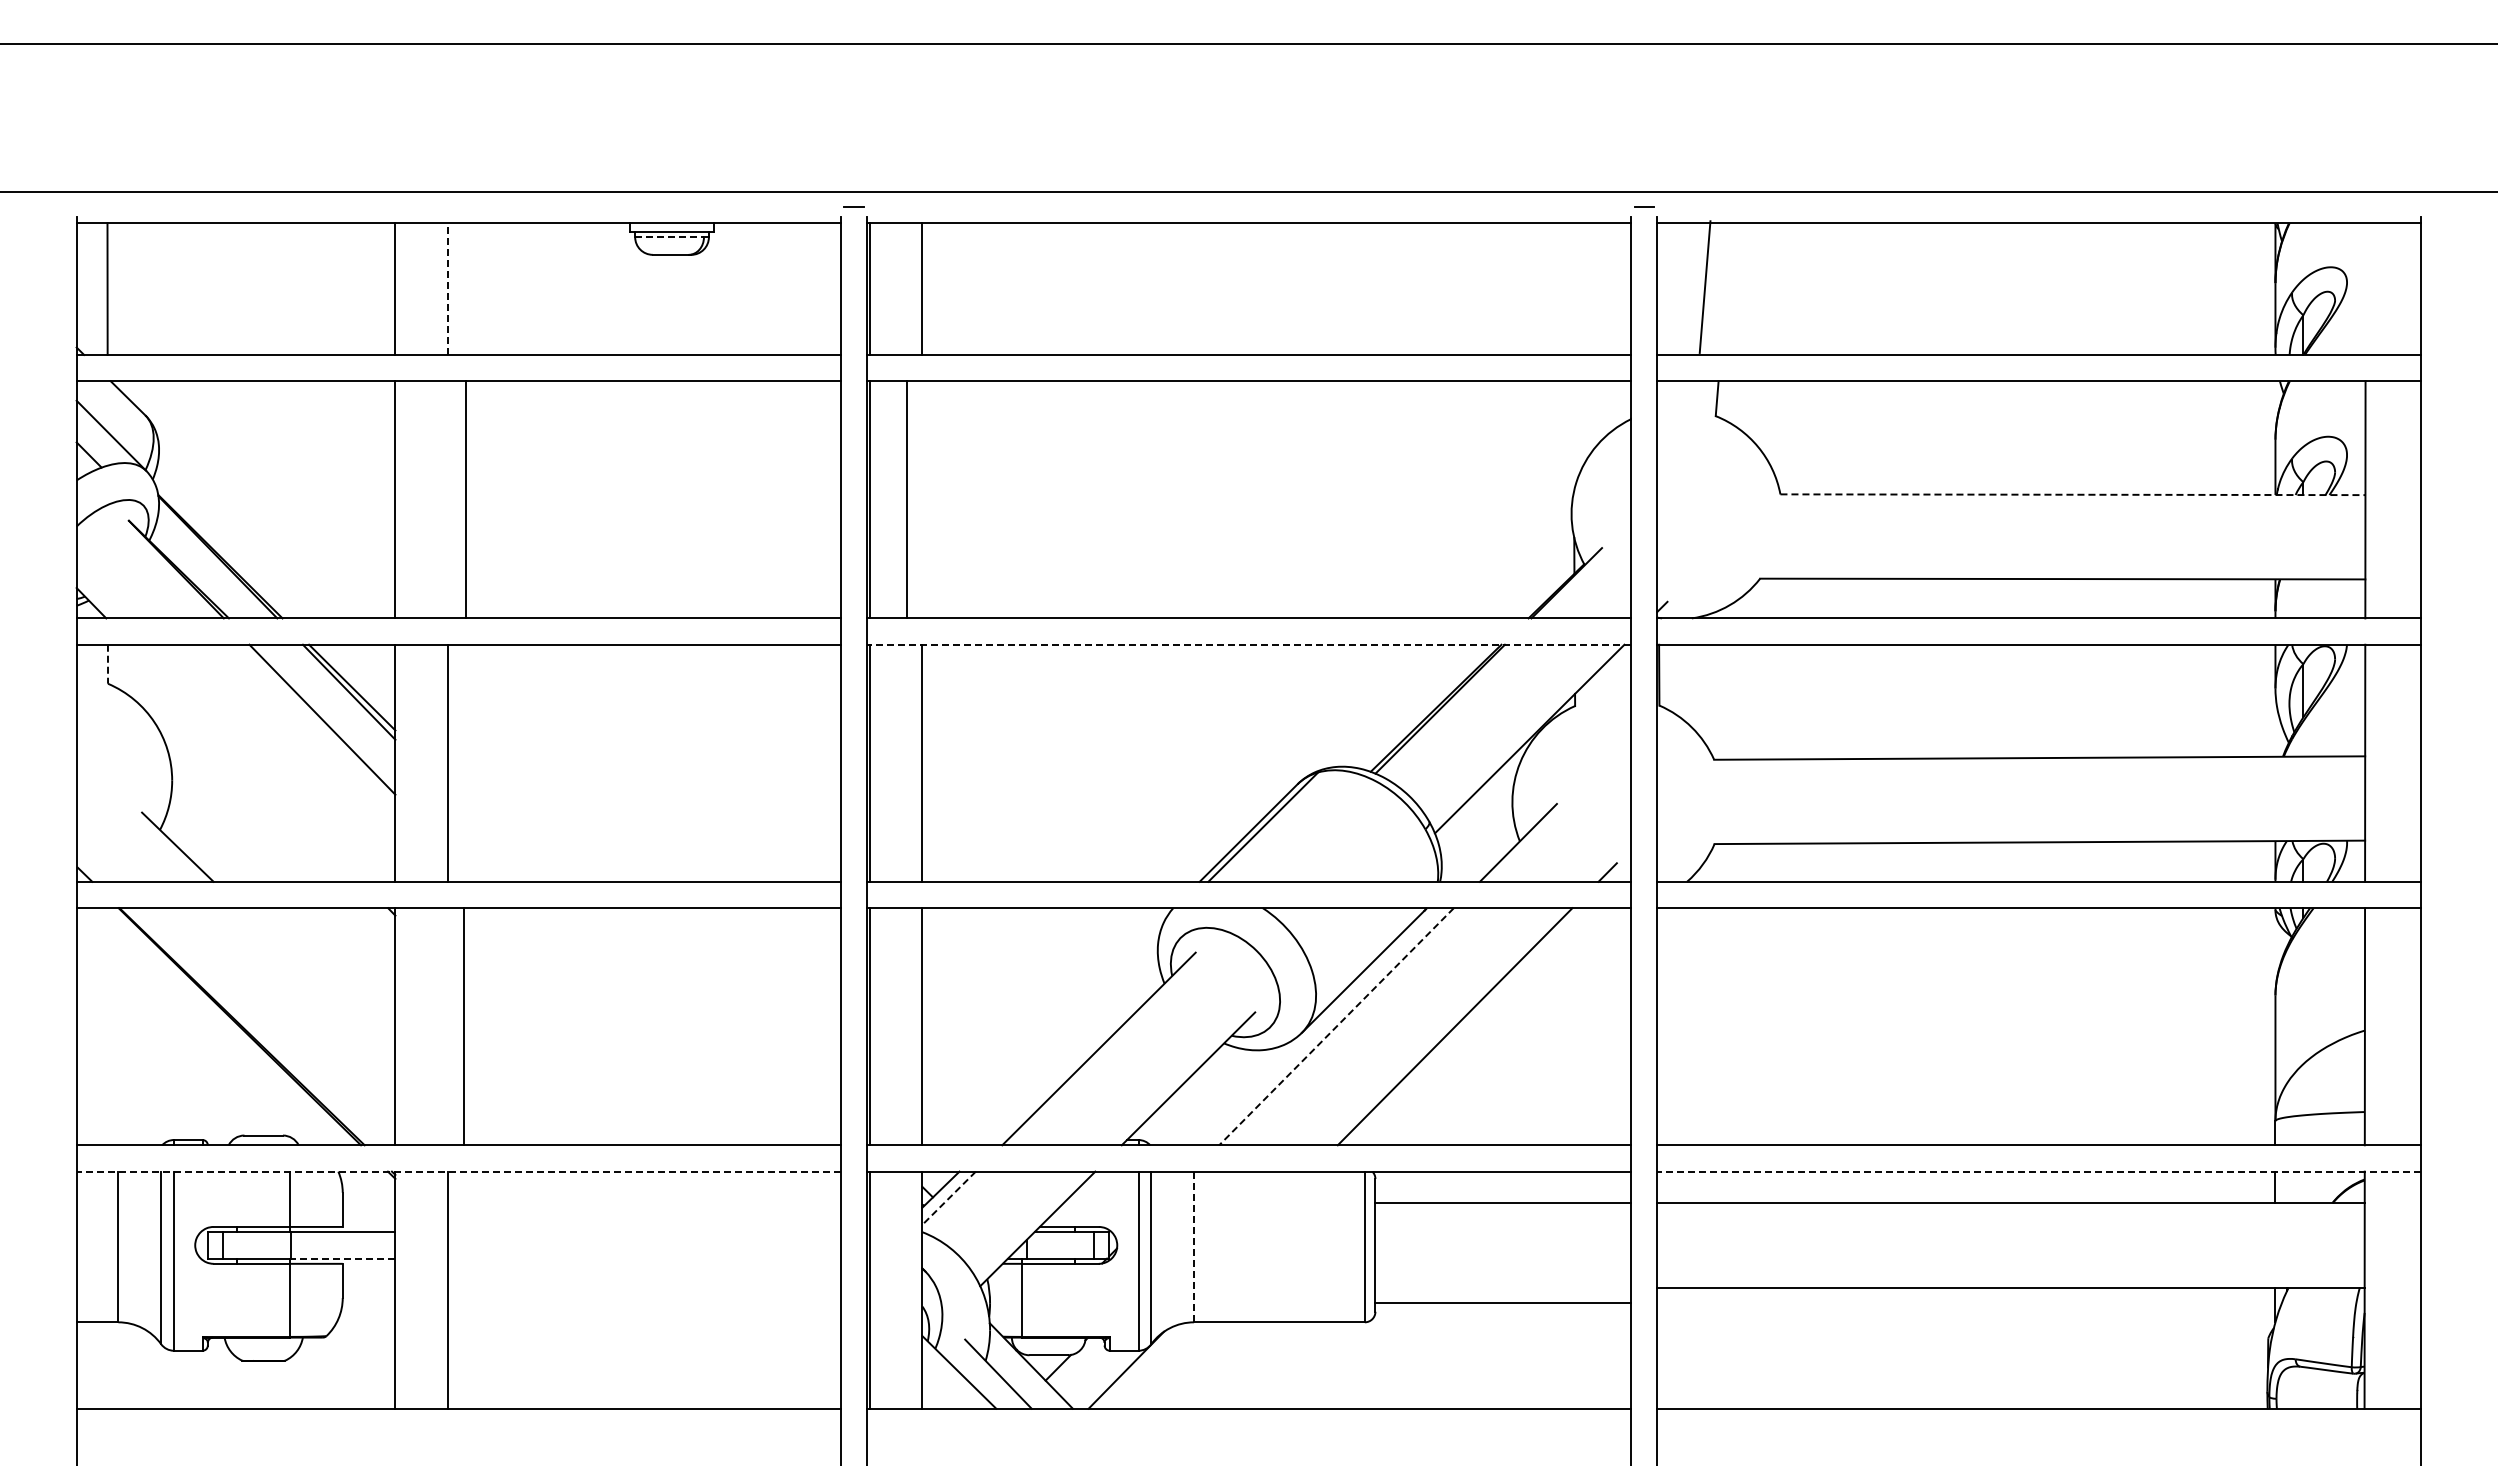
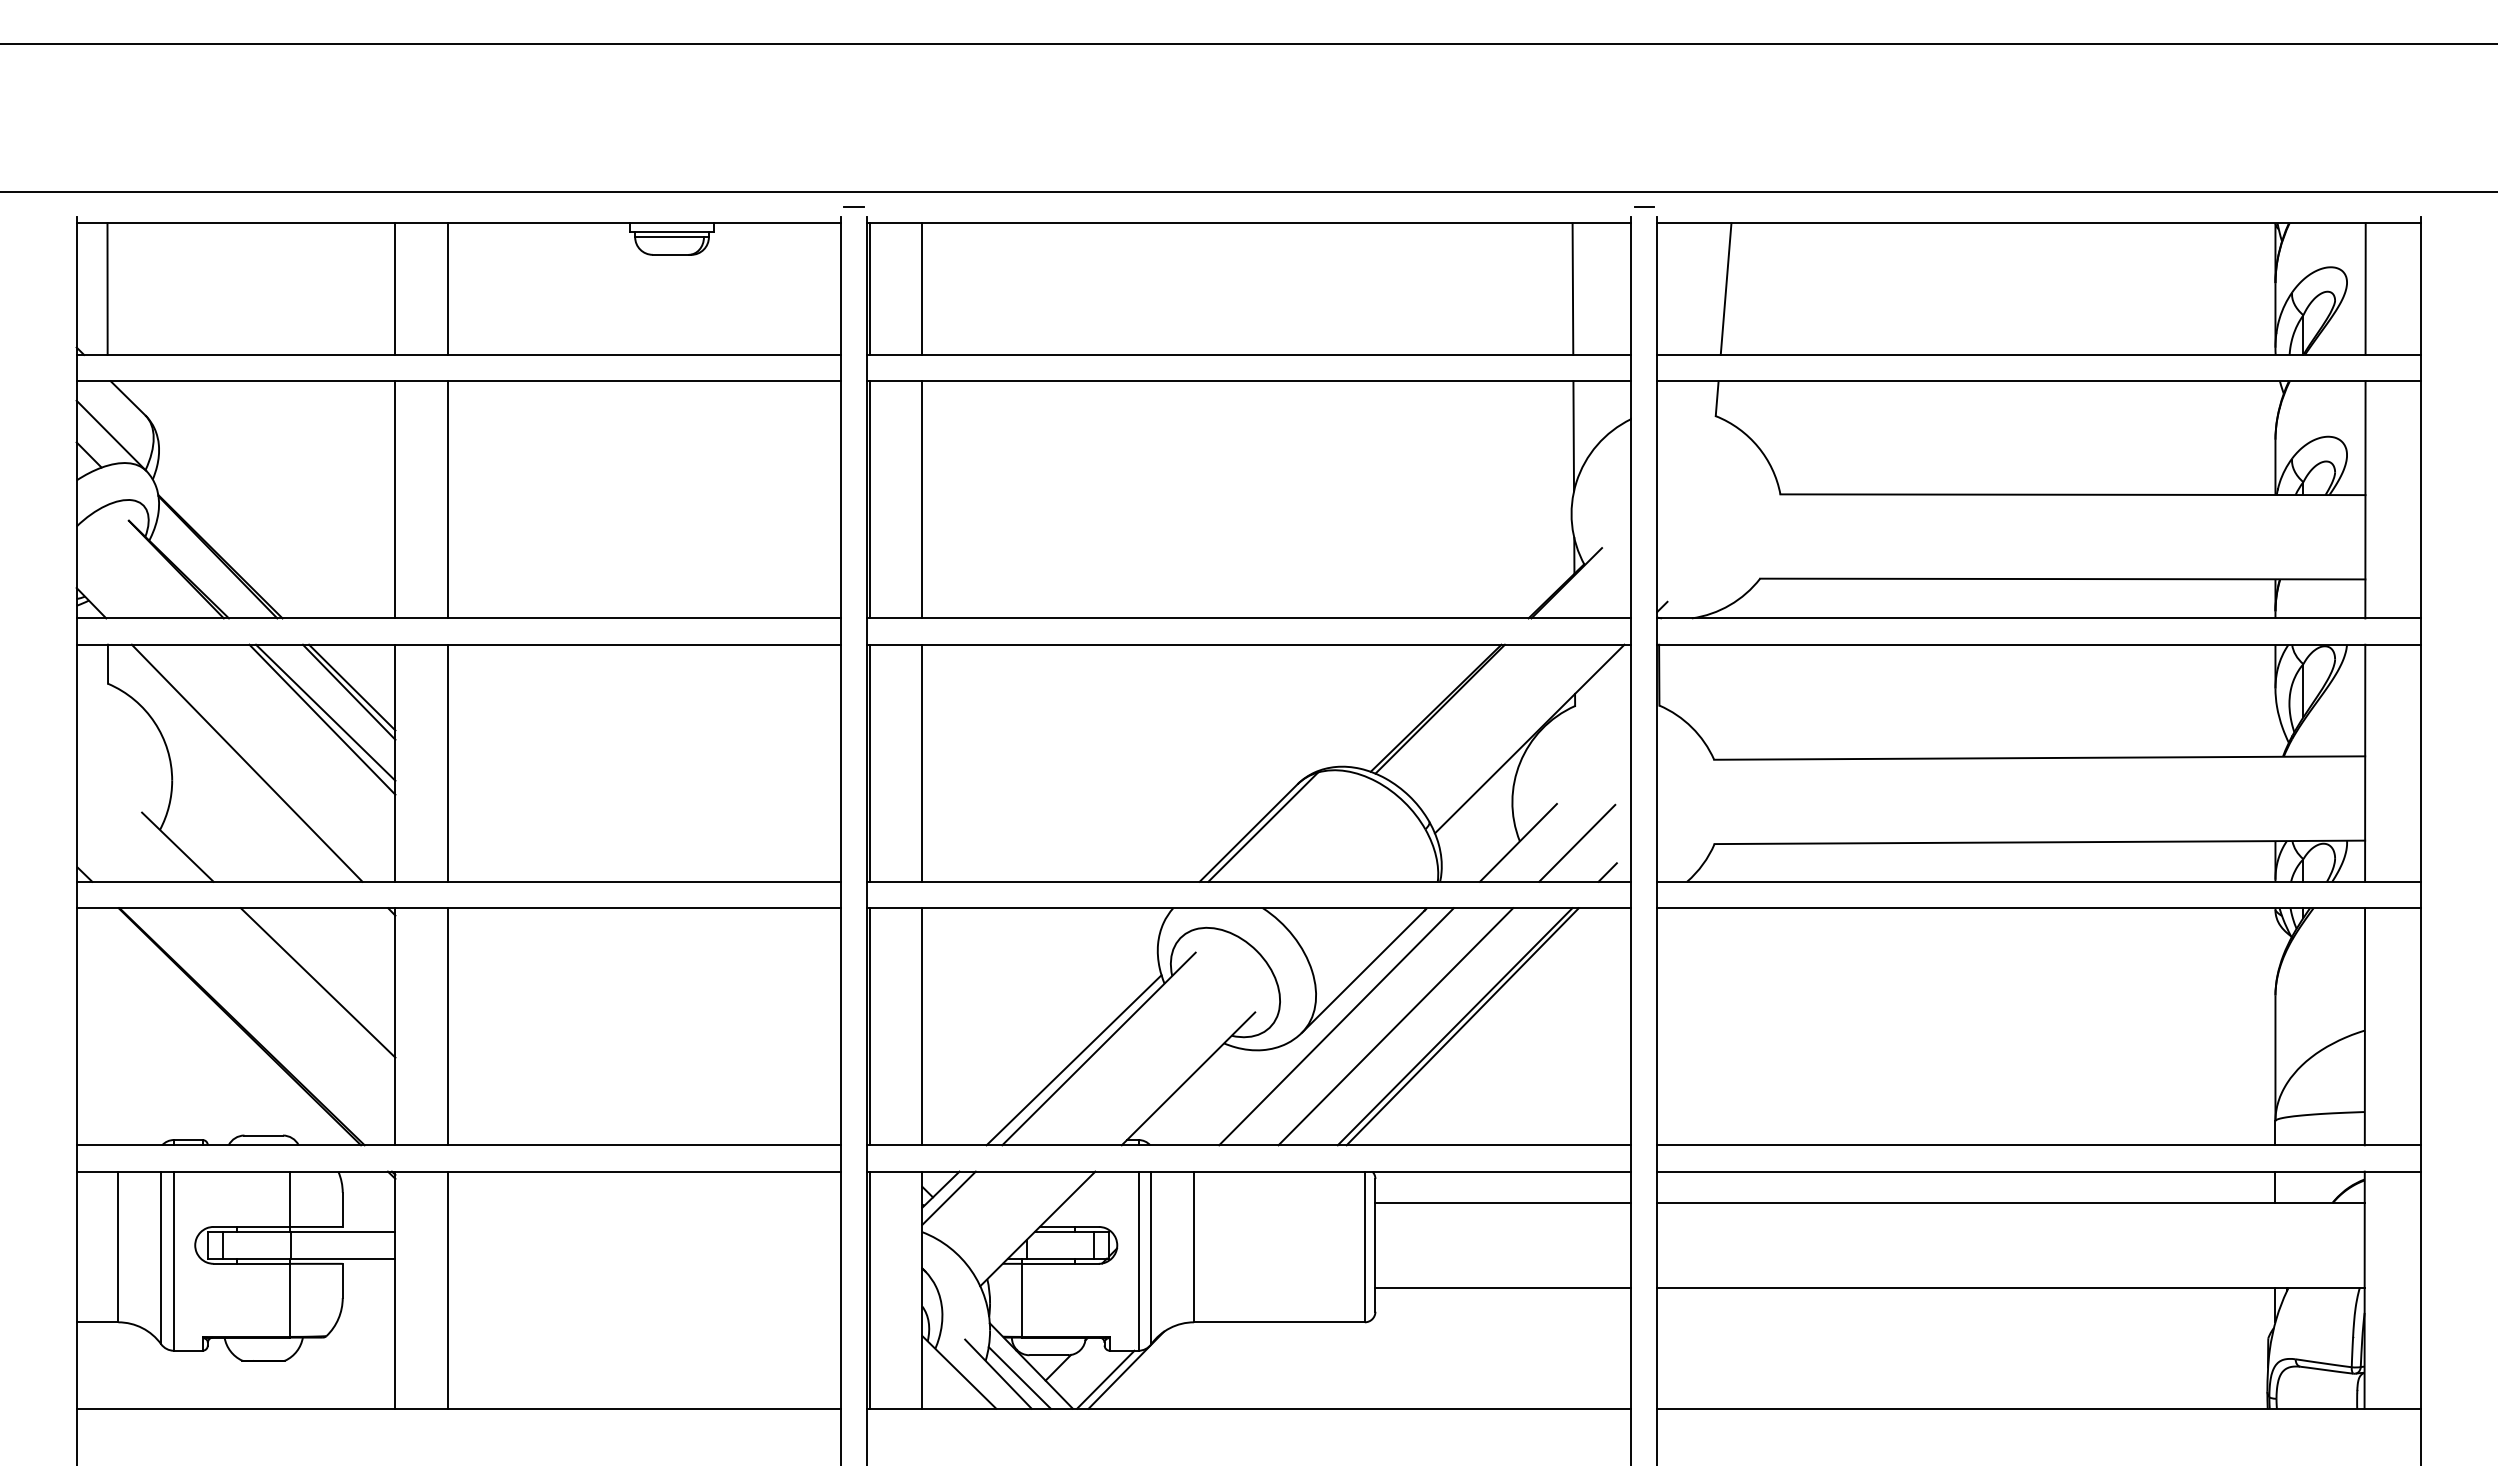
line at (670, 237): dashed -> solid
line at (1704, 286) position: (1704, 286) -> (1725, 288)
line at (1572, 288): none -> present
line at (2365, 288): none -> present
line at (448, 289): dashed -> solid
line at (1573, 436): none -> present
line at (2073, 494): dashed -> solid
line at (466, 499) position: (466, 499) -> (448, 499)
line at (907, 499) position: (907, 499) -> (922, 499)
line at (1248, 644): dashed -> solid
line at (108, 664): dashed -> solid
line at (325, 712): none -> present
line at (246, 762): none -> present
line at (1577, 842): none -> present
line at (317, 982): none -> present
line at (464, 1026) position: (464, 1026) -> (448, 1026)
line at (1336, 1026): dashed -> solid
line at (1395, 1026): none -> present
line at (1462, 1026): none -> present
line at (1073, 1060): none -> present
line at (458, 1171): dashed -> solid
line at (2039, 1171): dashed -> solid
line at (949, 1198): dashed -> solid
line at (1194, 1247): dashed -> solid
line at (342, 1258): dashed -> solid
line at (1502, 1302) position: (1502, 1302) -> (1502, 1287)
line at (1019, 1377): none -> present
line at (1105, 1379): none -> present
